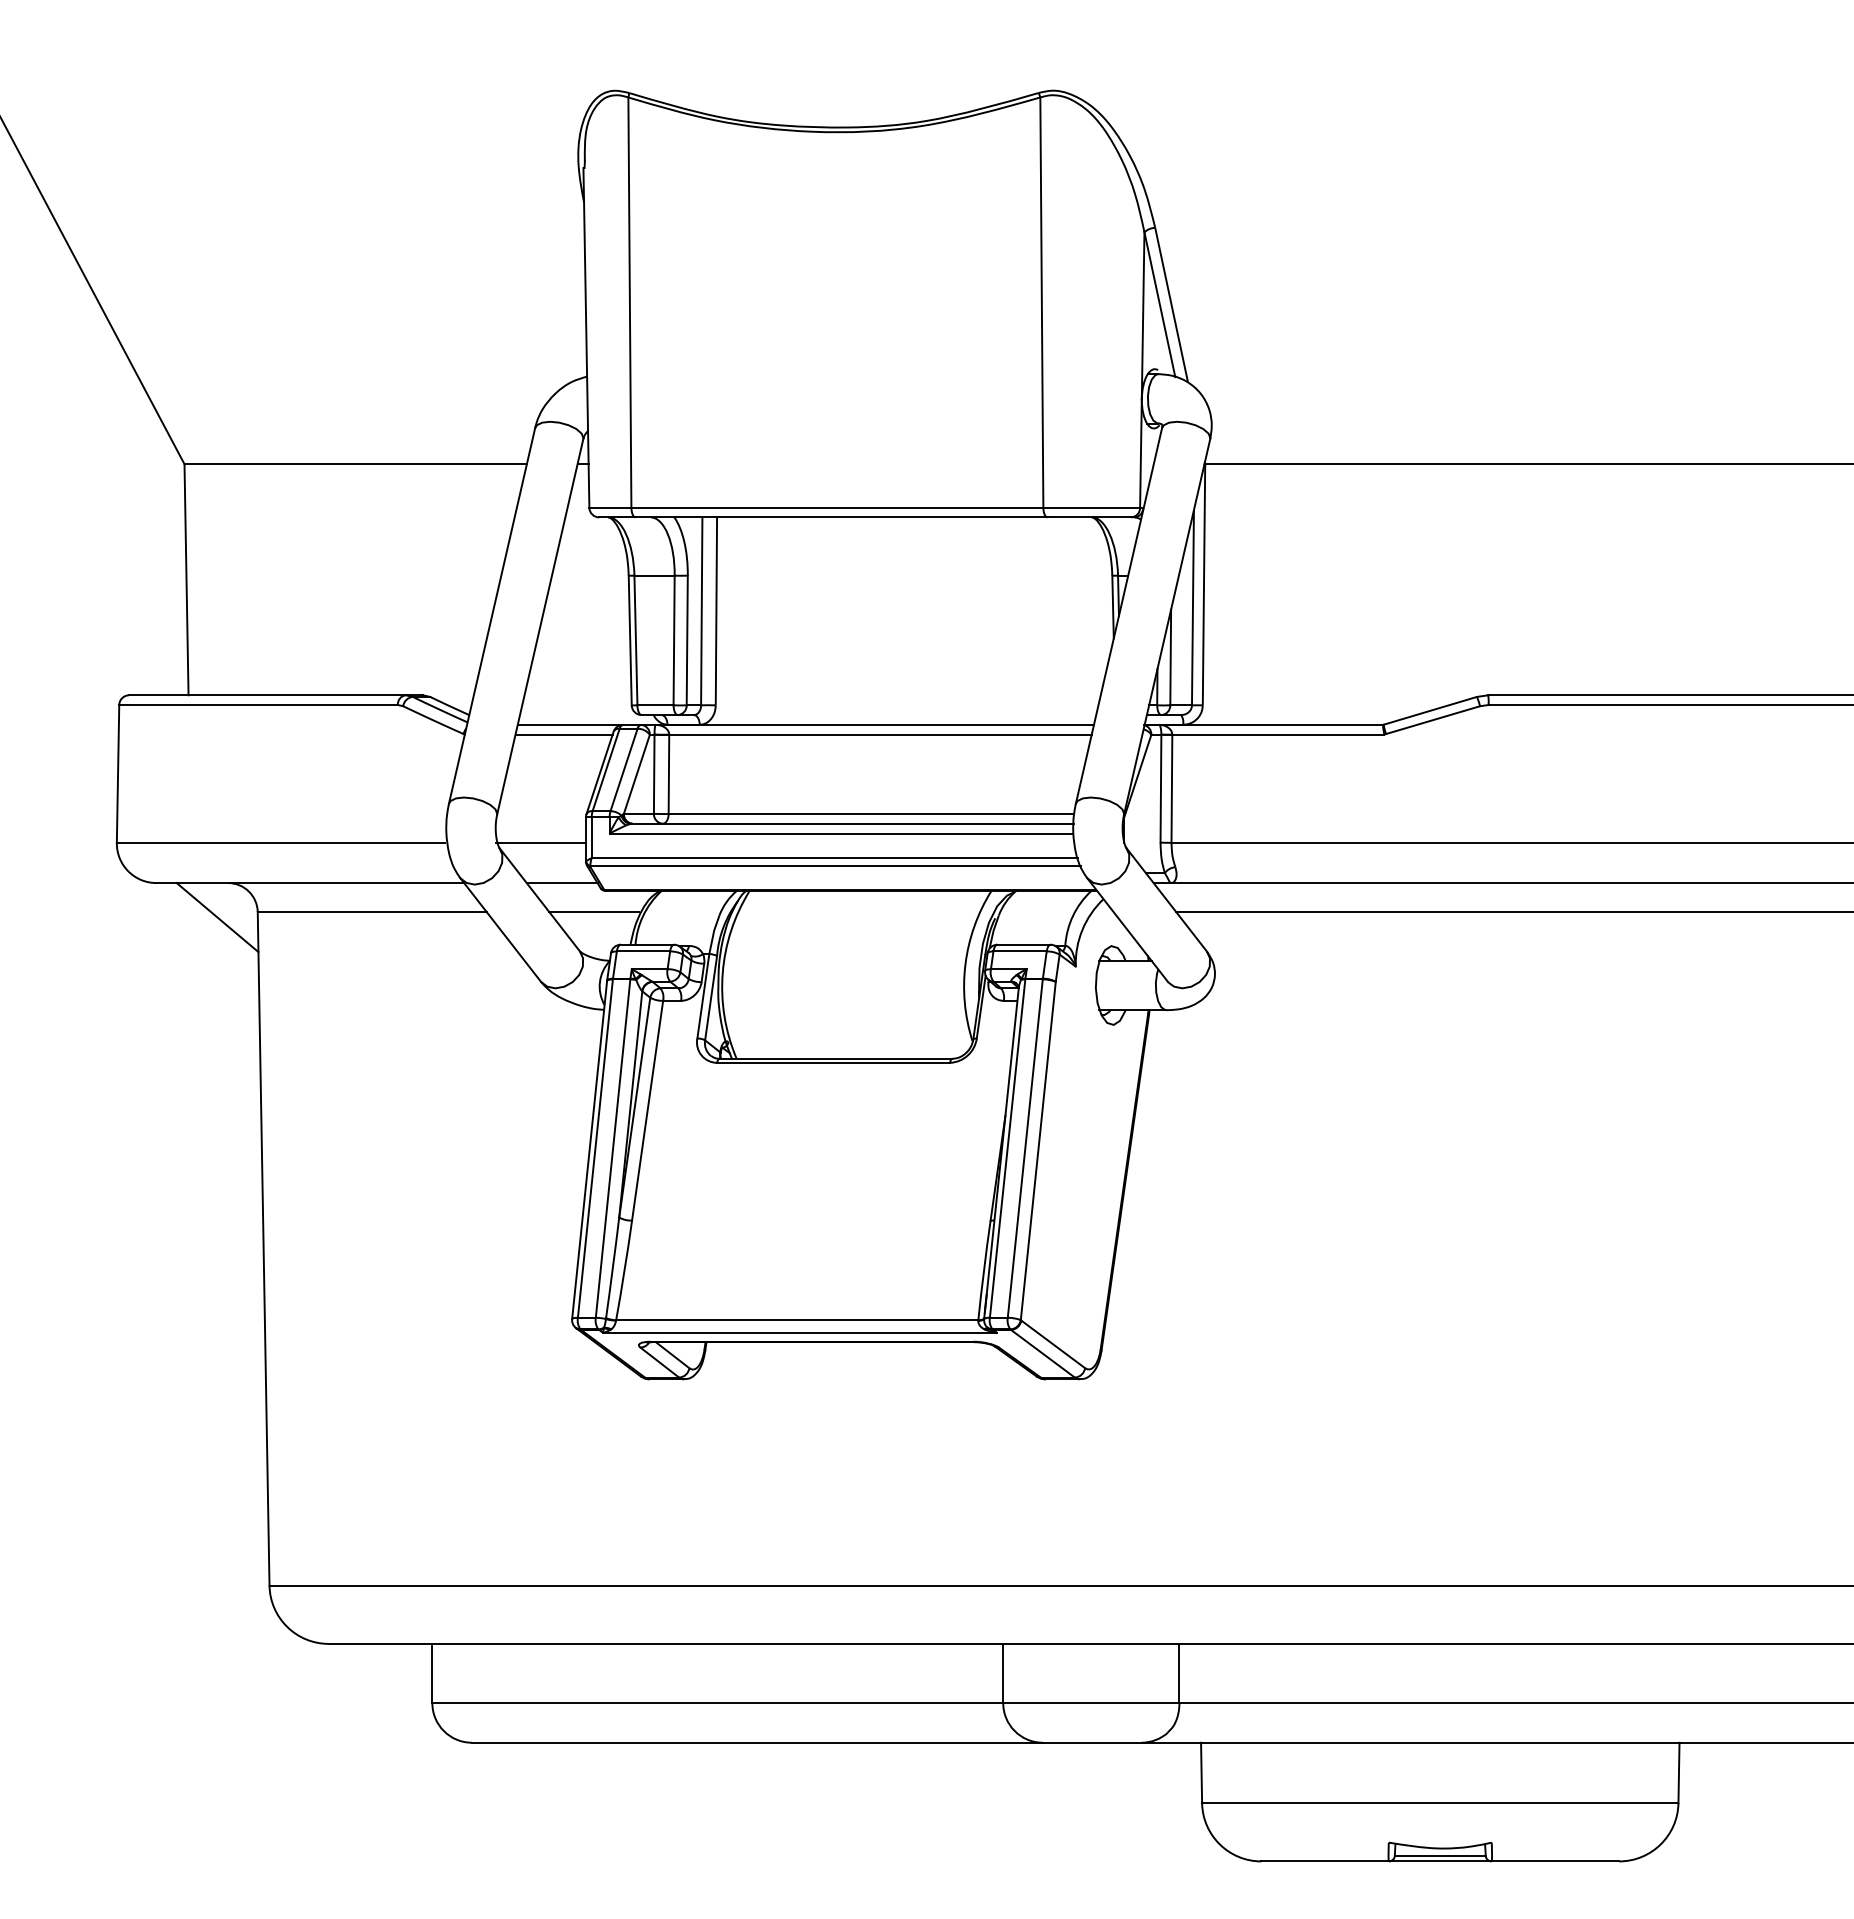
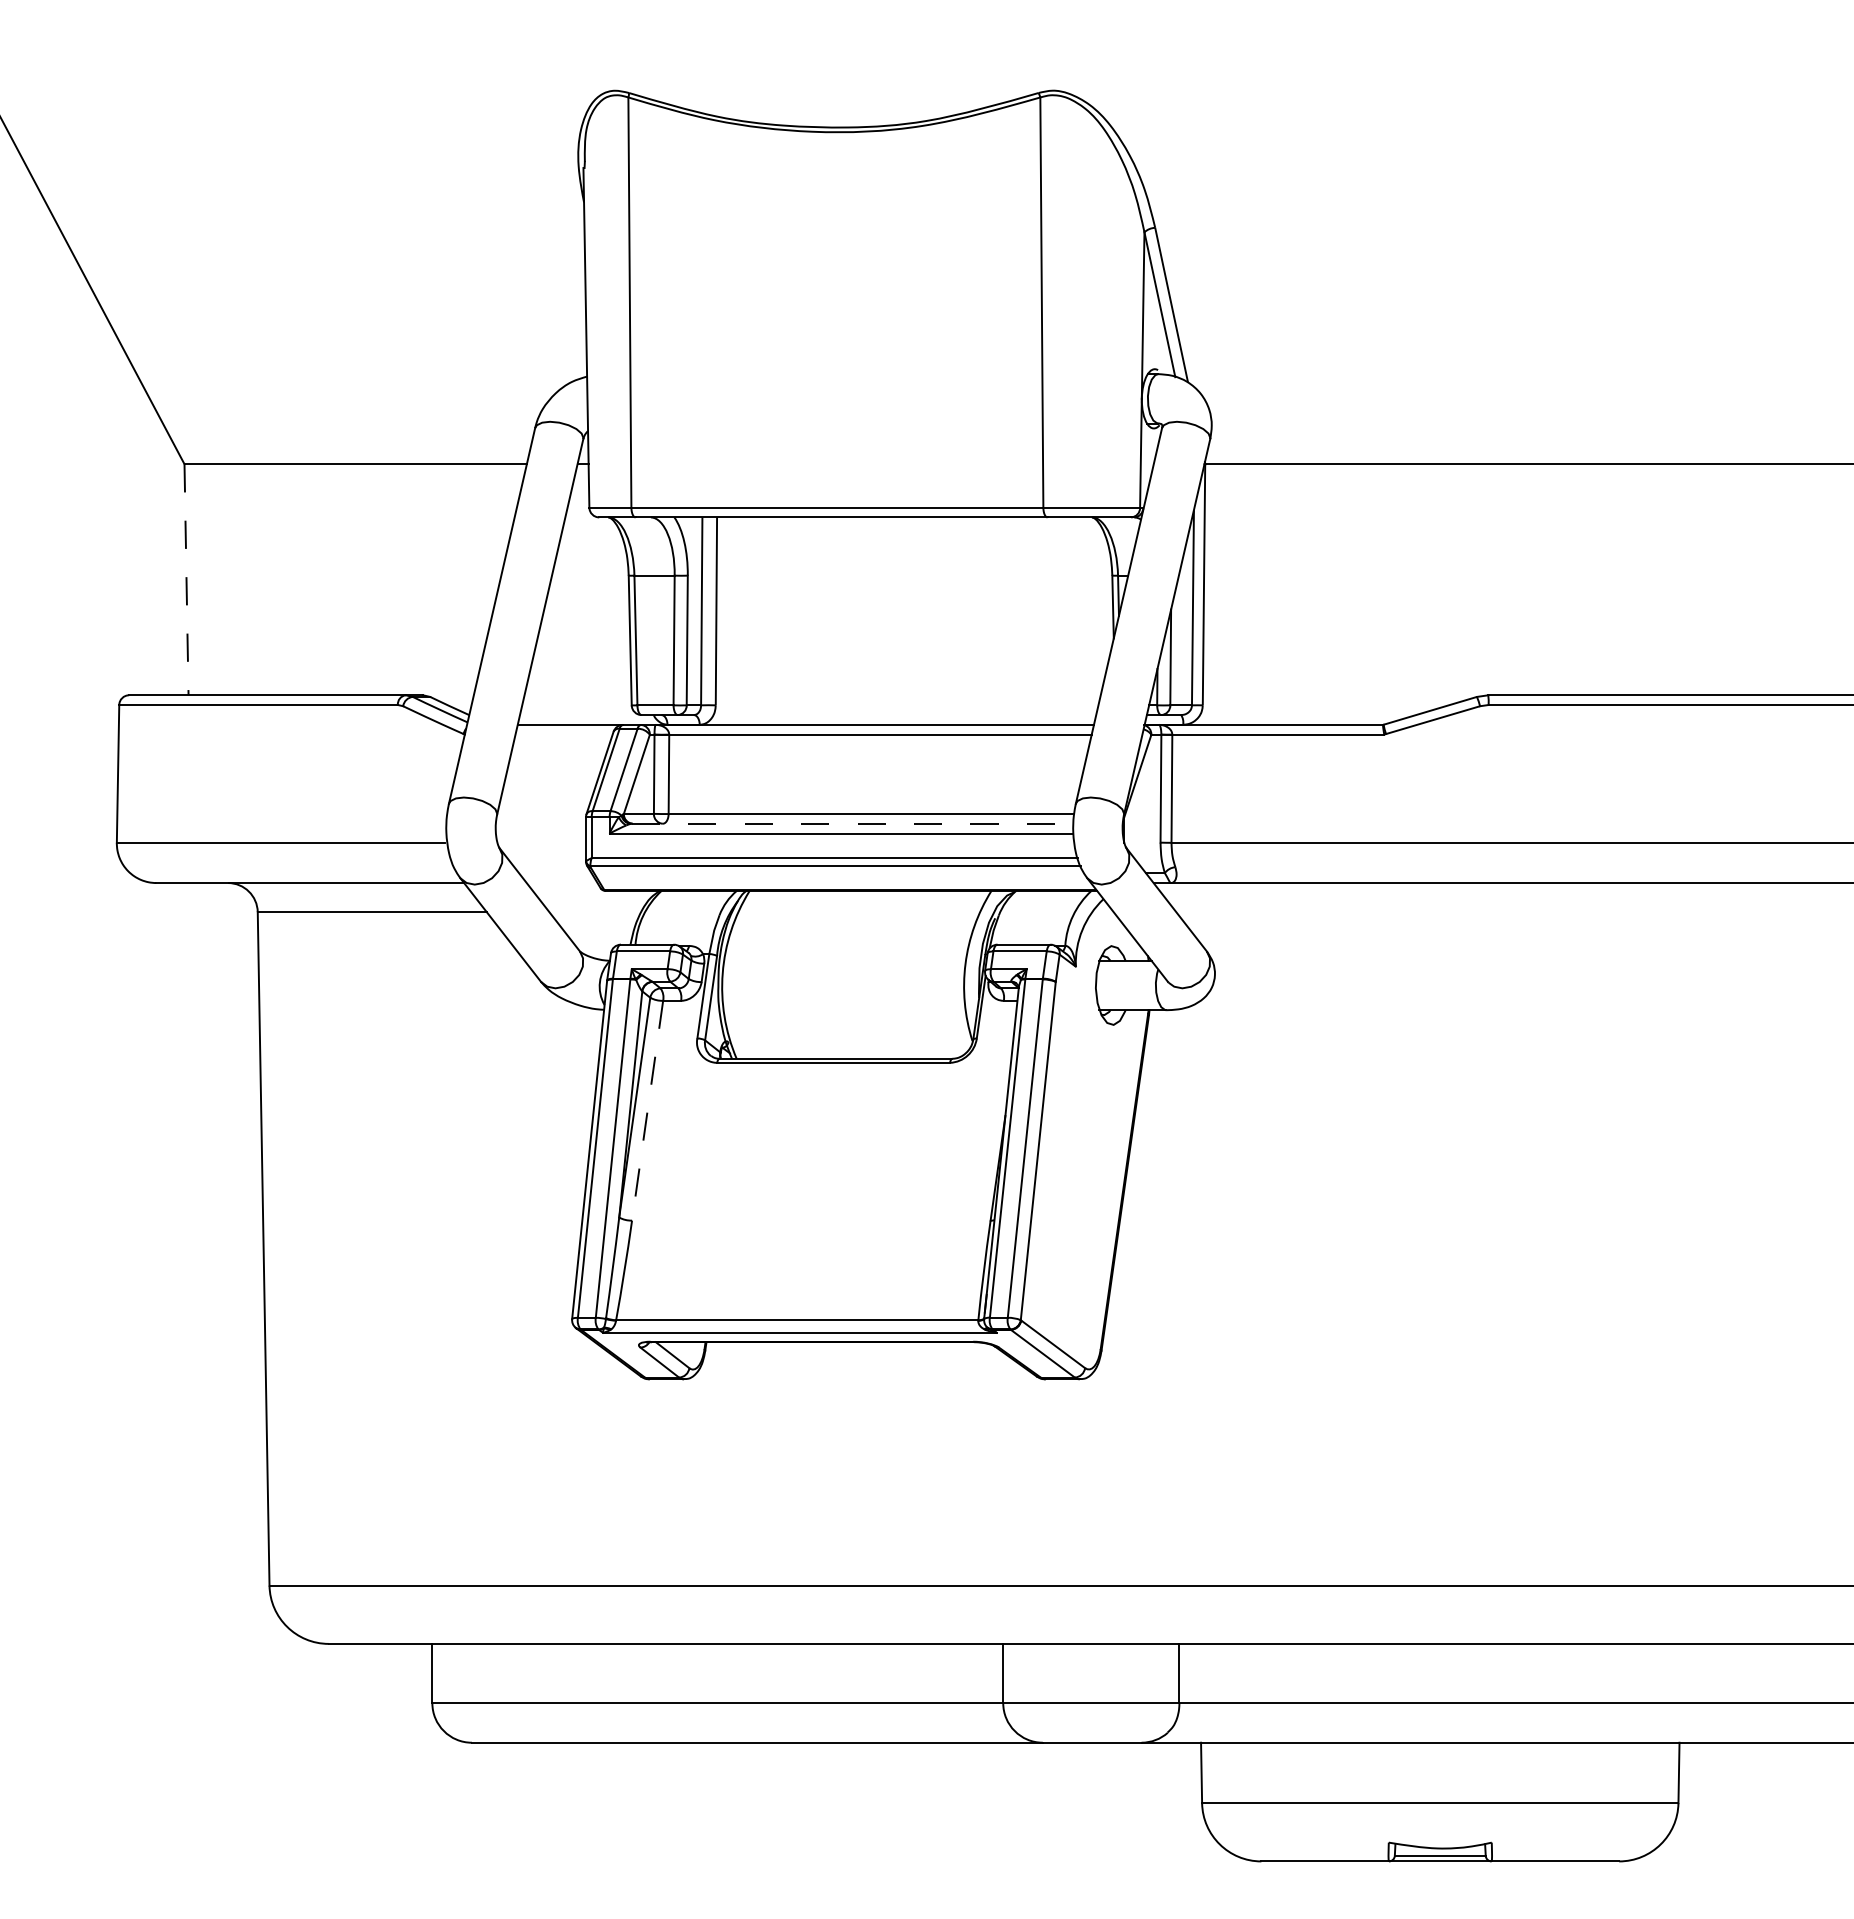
line at (186, 579): solid -> dashed
line at (563, 734): present -> none
line at (853, 823): solid -> dashed
line at (540, 842): present -> none
line at (561, 883): present -> none
line at (593, 912): present -> none
line at (1513, 912): present -> none
line at (217, 917): present -> none
line at (647, 1110): solid -> dashed
